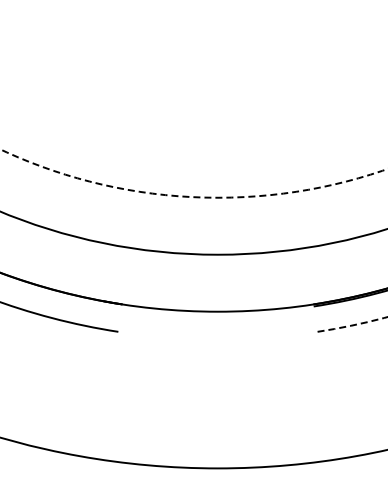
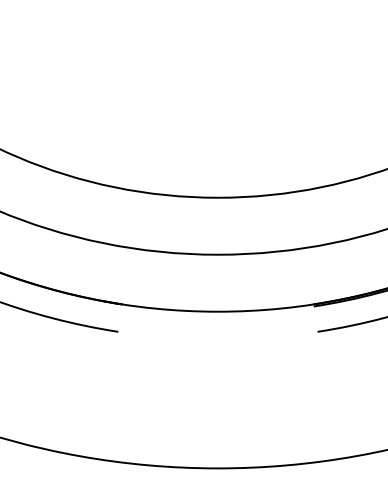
arc at (192, 197): dashed -> solid
arc at (352, 325): dashed -> solid
